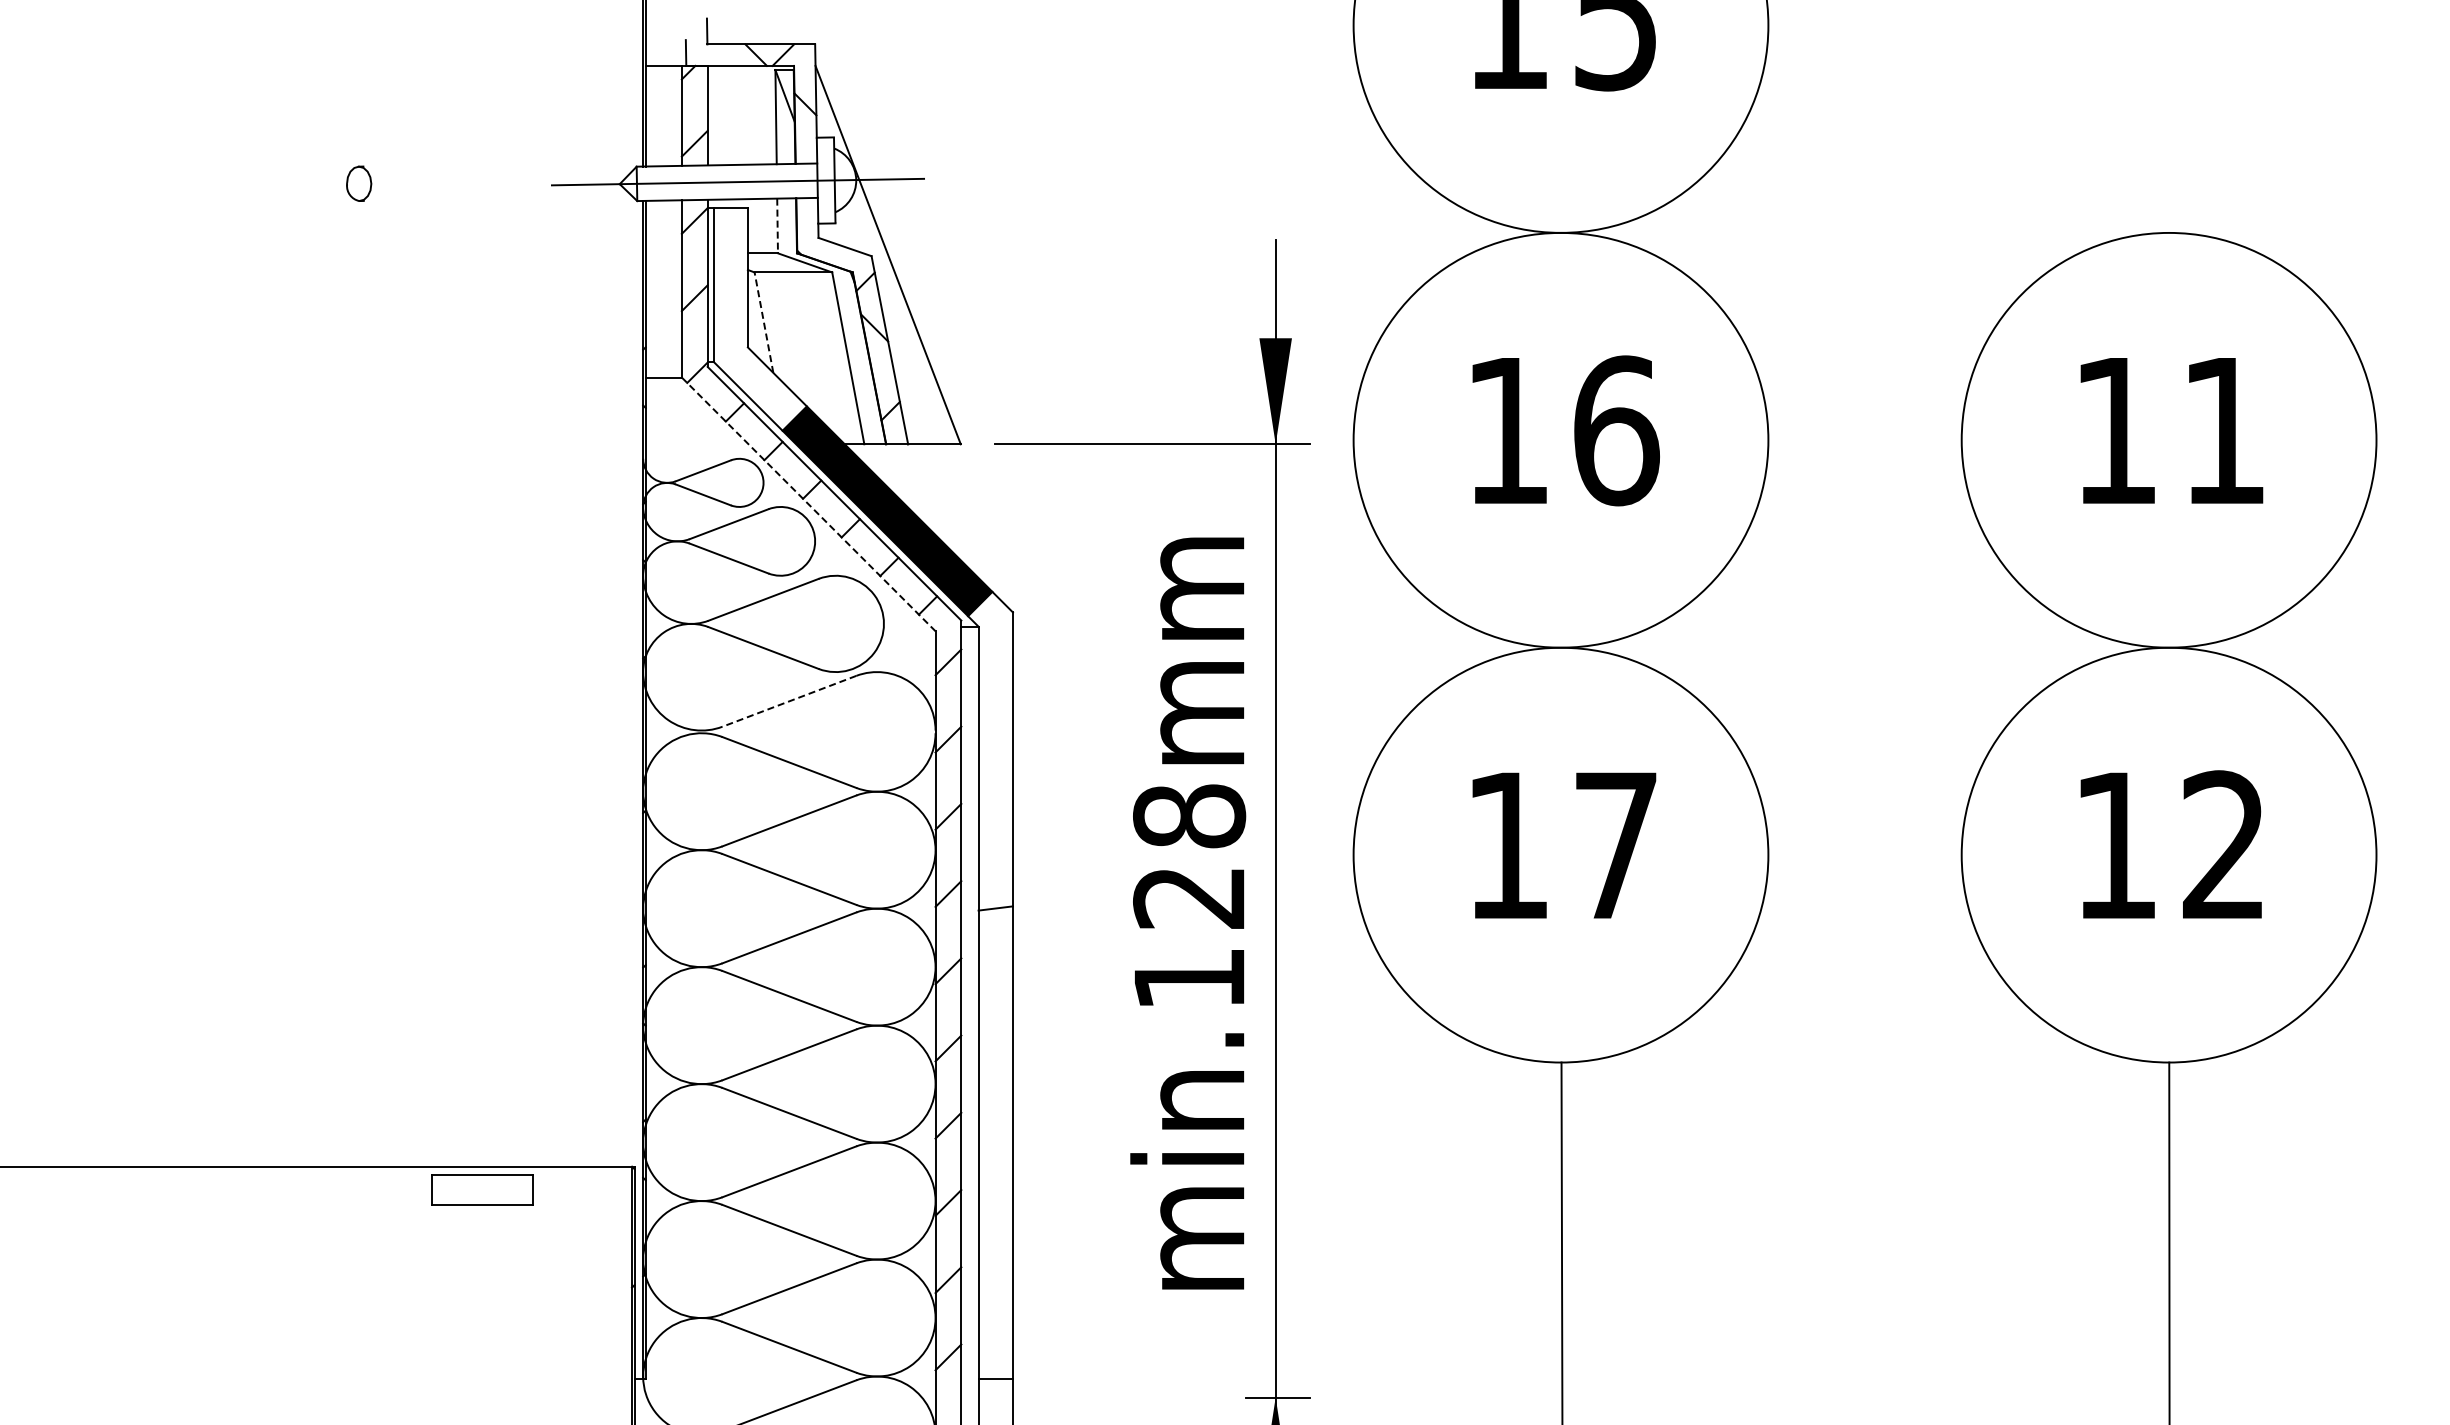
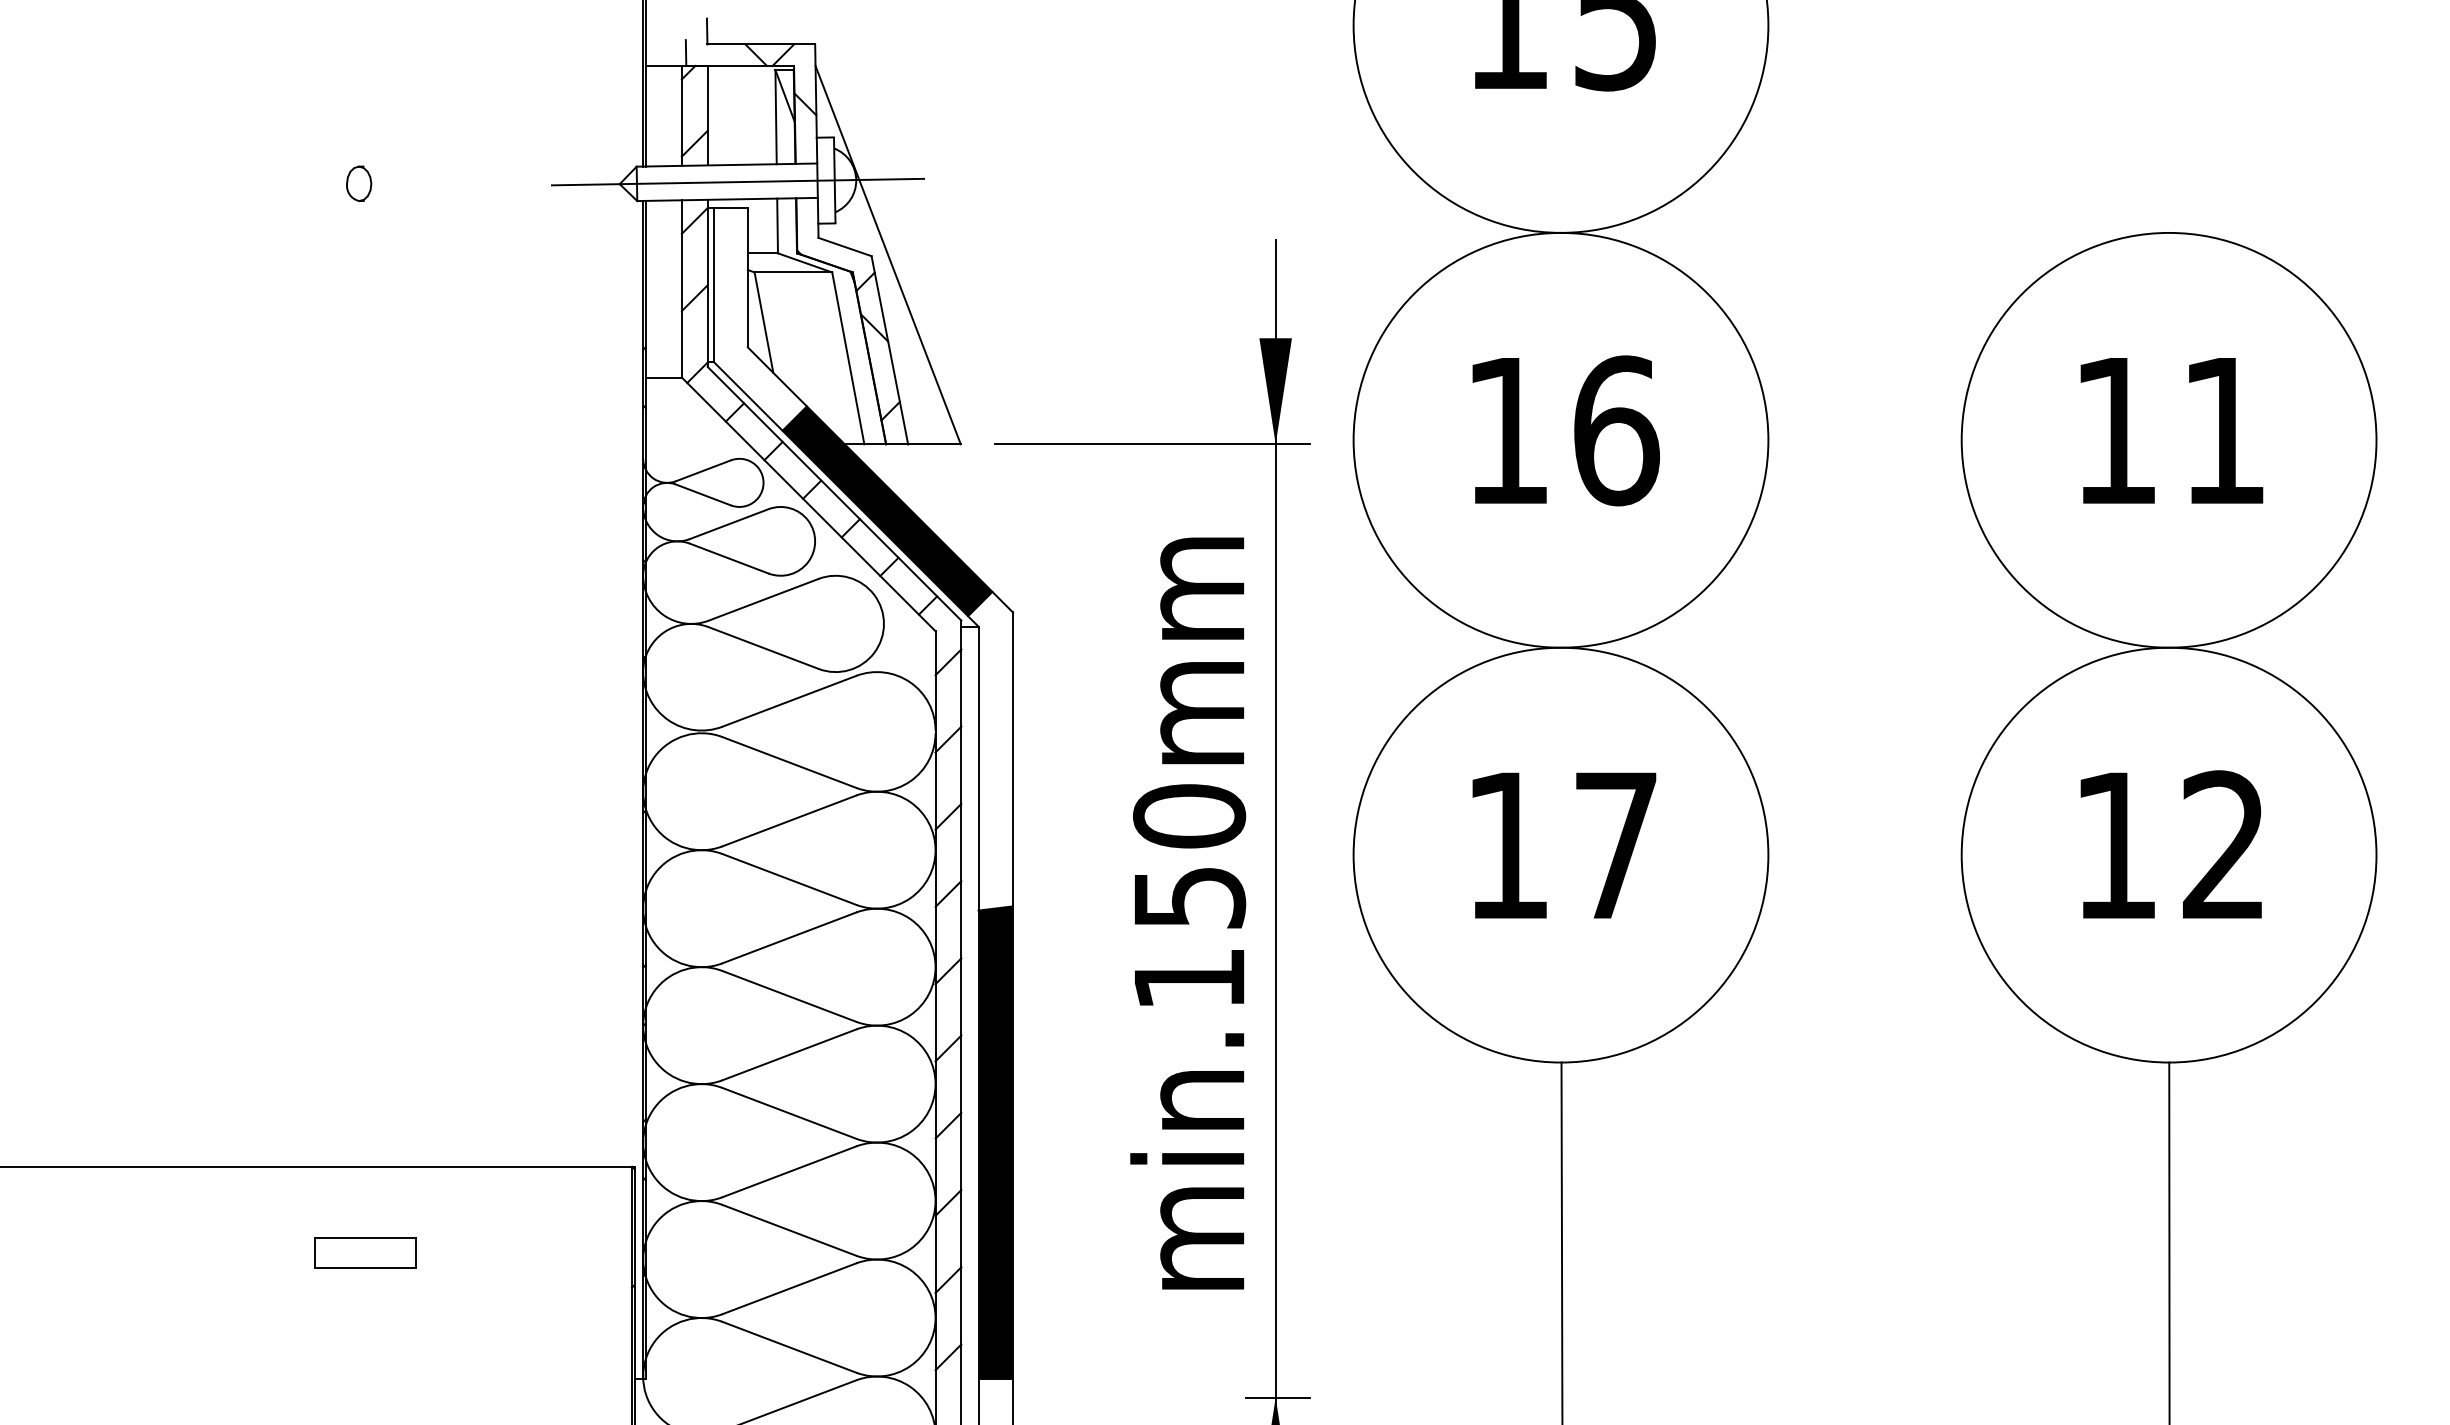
line at (777, 226): dashed -> solid
line at (763, 322): dashed -> solid
line at (809, 504): dashed -> solid
line at (789, 701): dashed -> solid
text at (1189, 856): min.128mm -> min.150mm
fill at (995, 1142): none -> present
part at (482, 1189) position: (482, 1189) -> (365, 1252)
